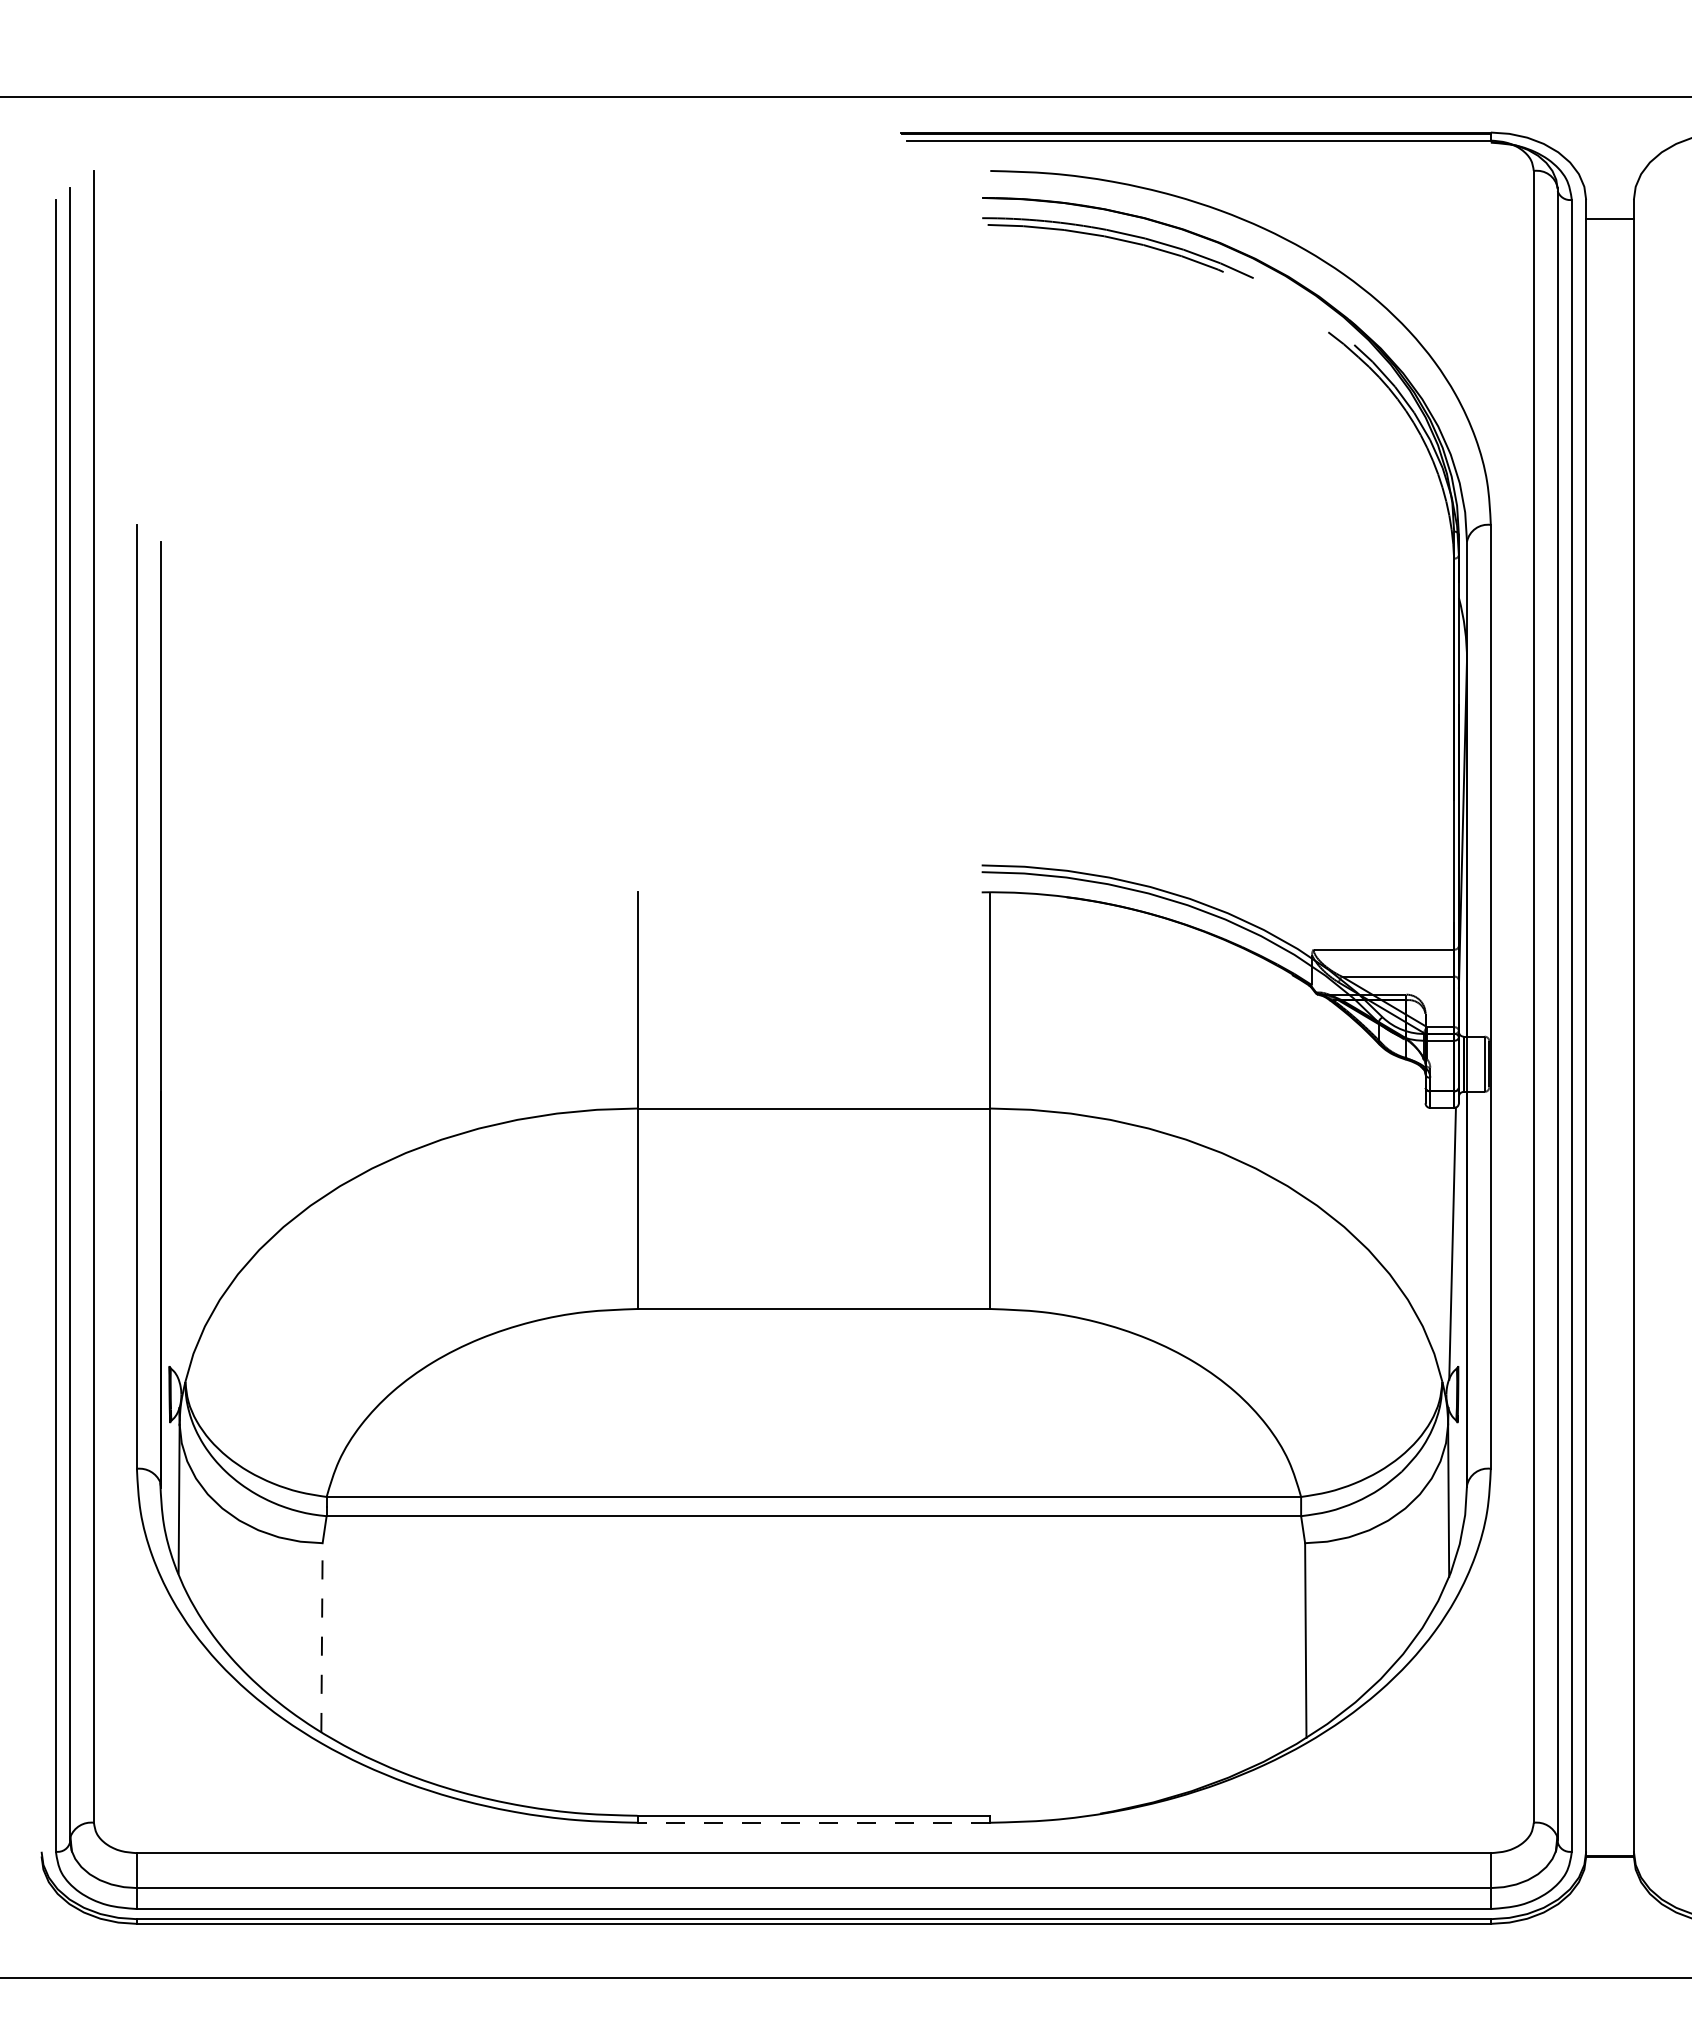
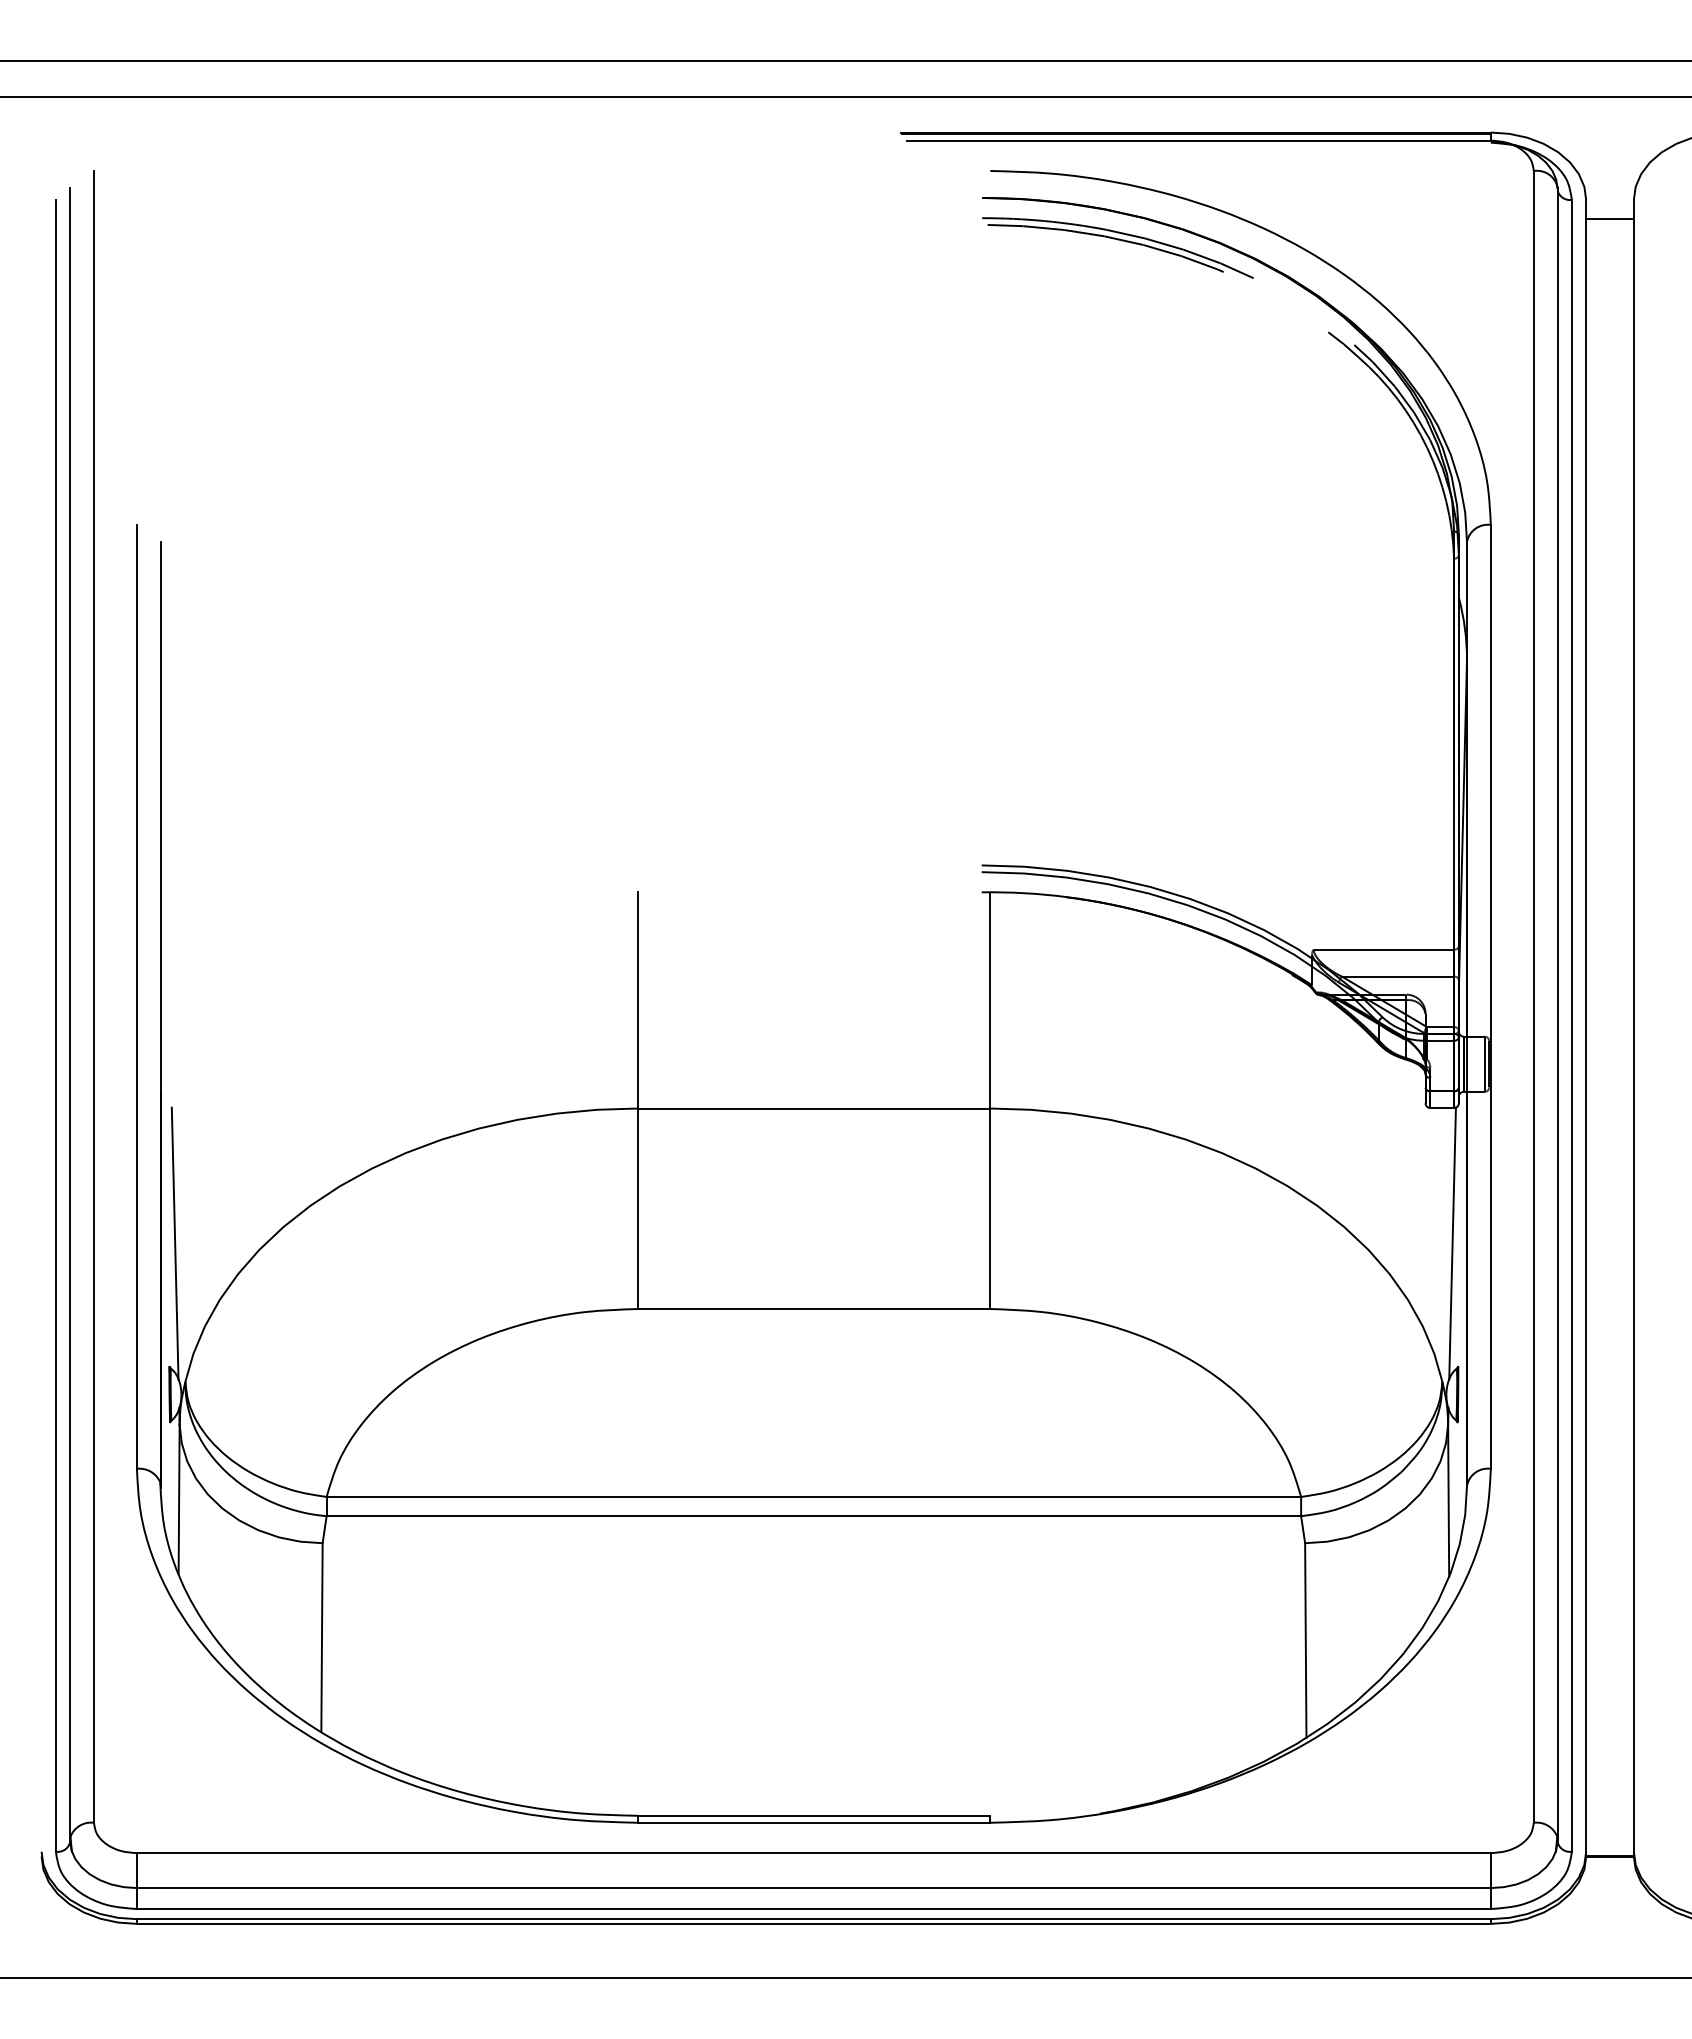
line at (845, 61): none -> present
line at (174, 1243): none -> present
line at (322, 1637): dashed -> solid
line at (813, 1822): dashed -> solid
